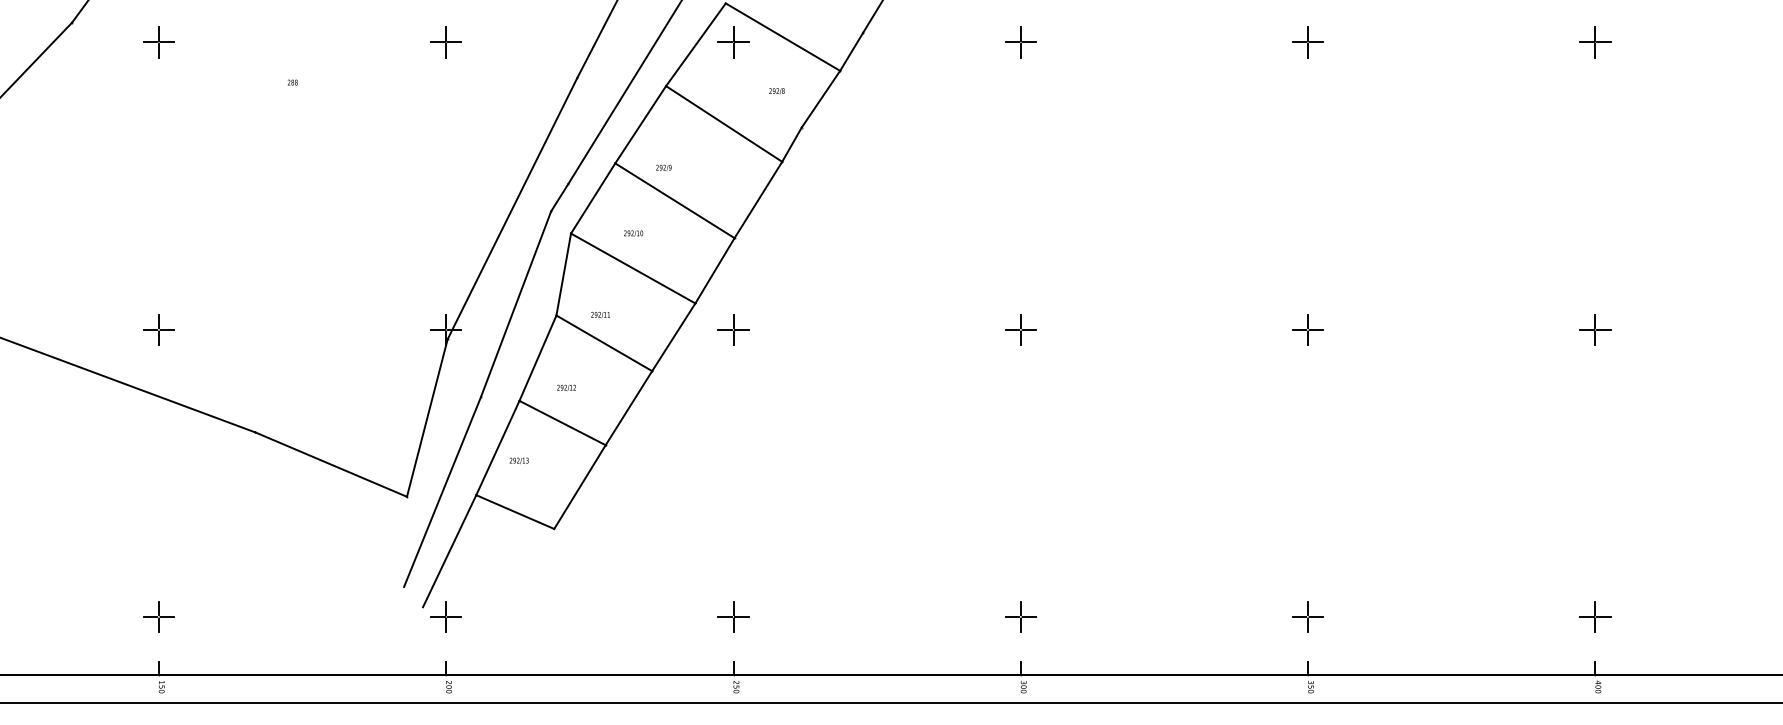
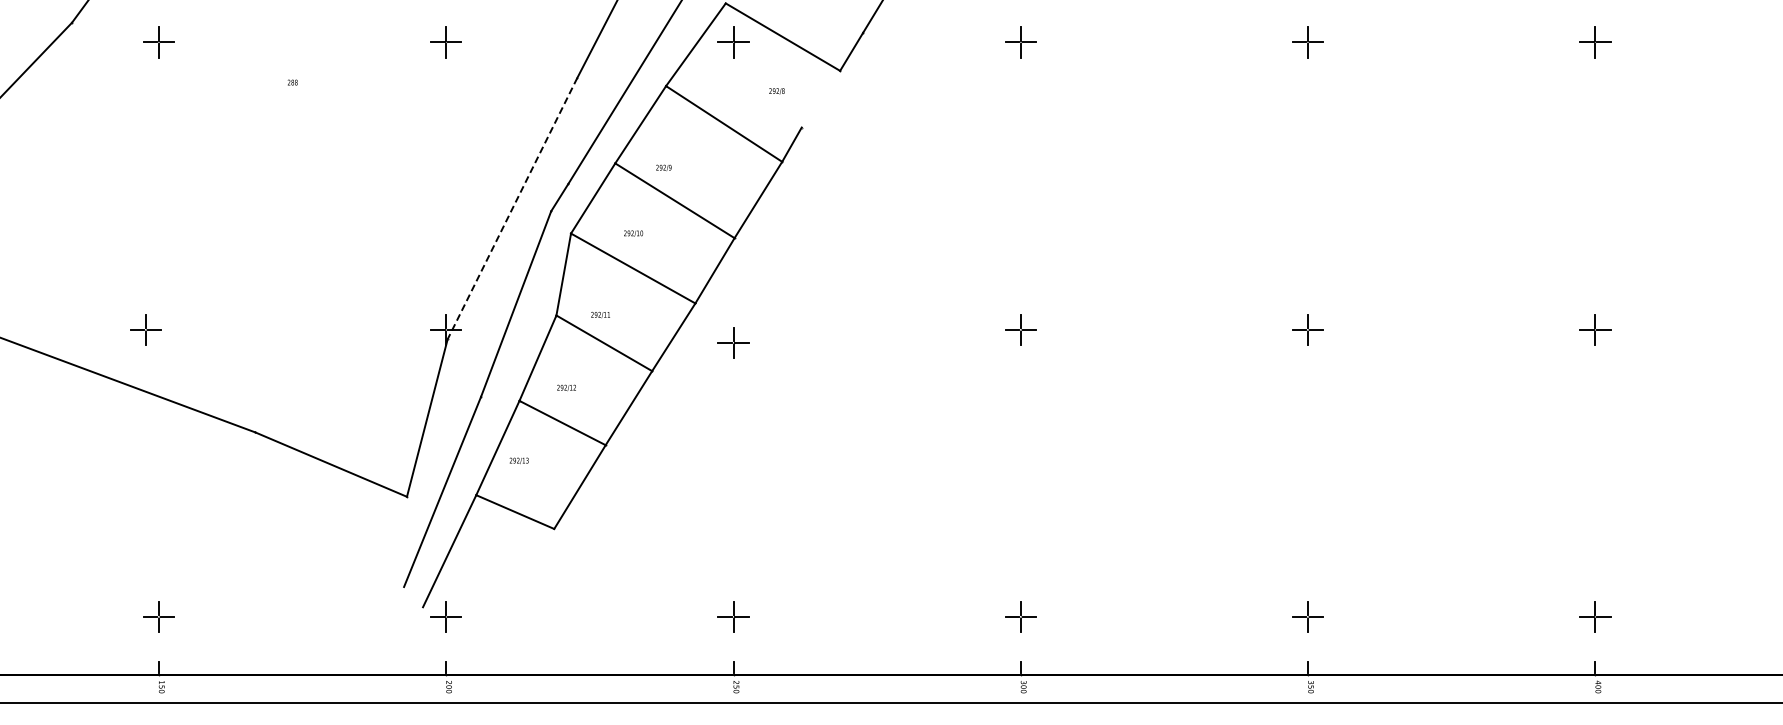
line at (820, 98): present -> none
line at (512, 208): solid -> dashed
part at (158, 329) position: (158, 329) -> (145, 329)
part at (733, 329) position: (733, 329) -> (733, 342)
